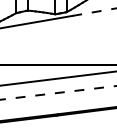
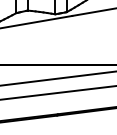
line at (94, 12): dashed -> solid
line at (58, 92): dashed -> solid
